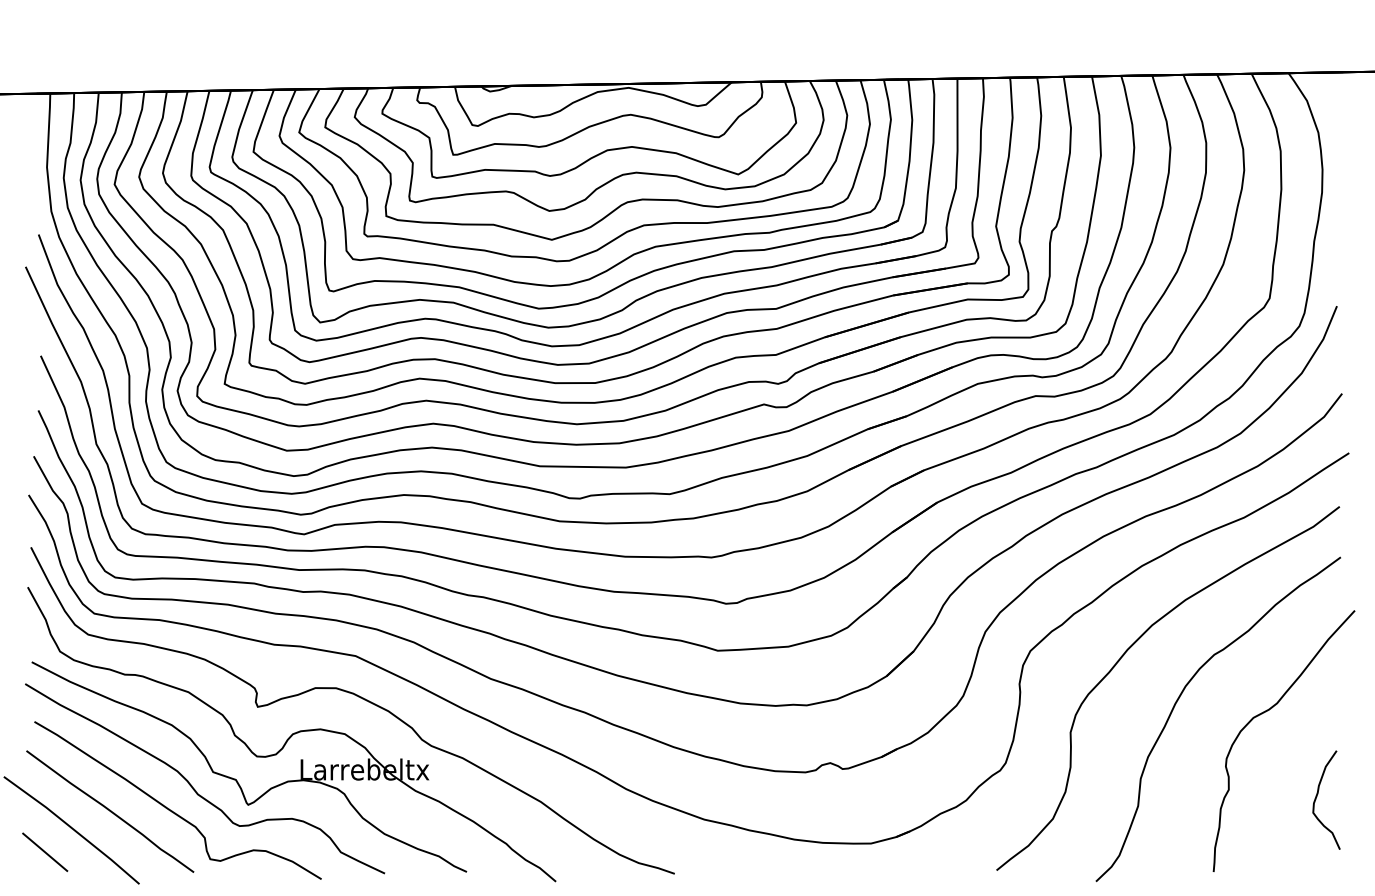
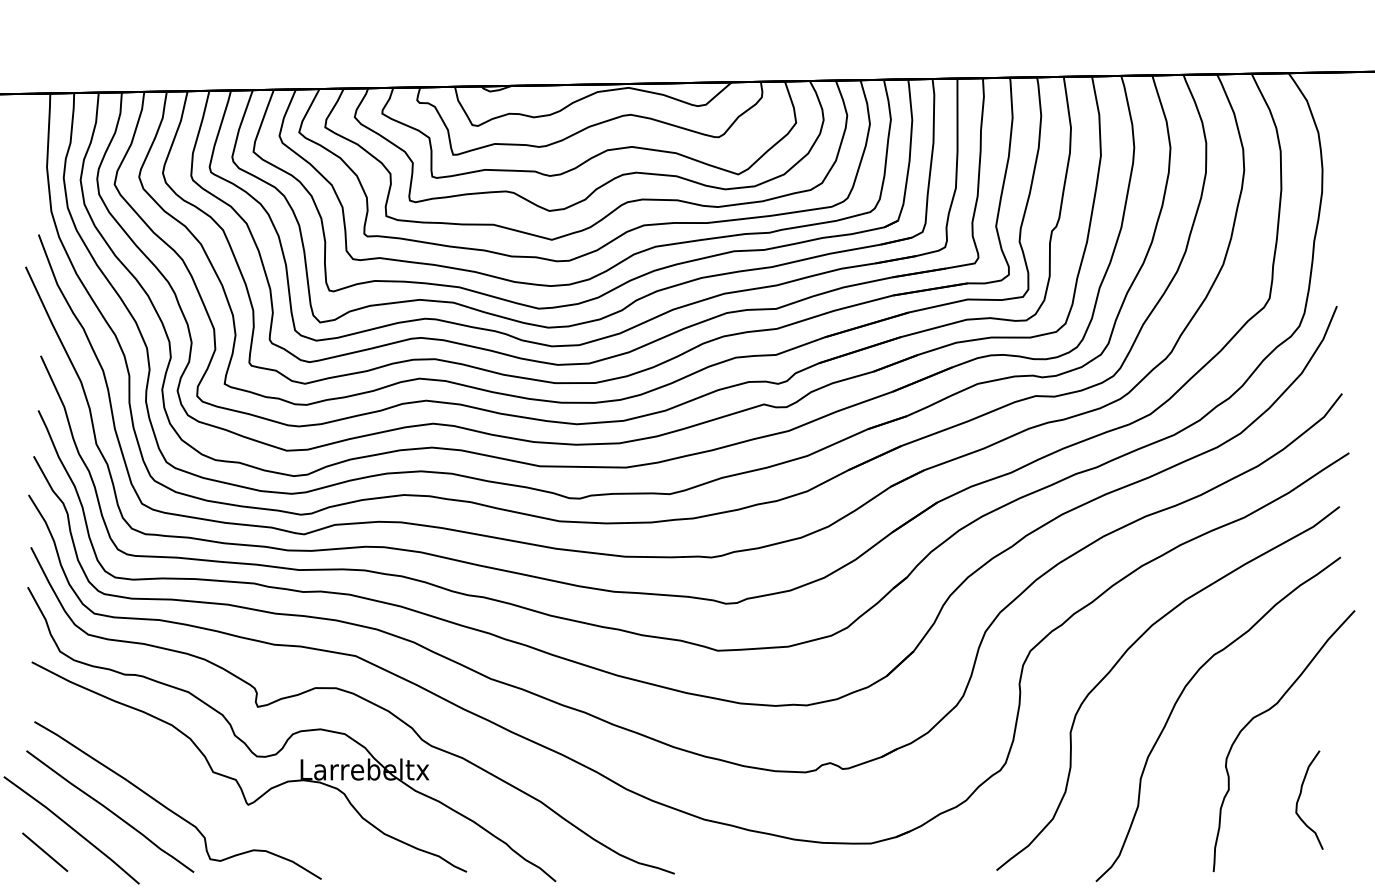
part at (192, 785): present -> none
part at (1318, 794) position: (1318, 794) -> (1301, 794)
